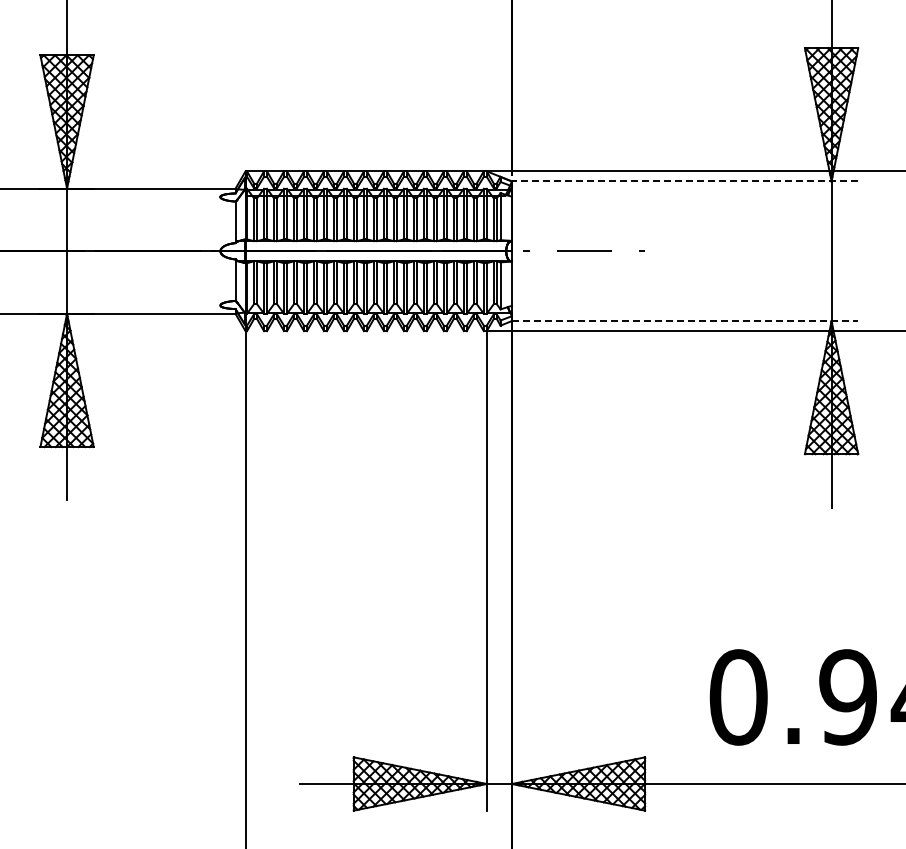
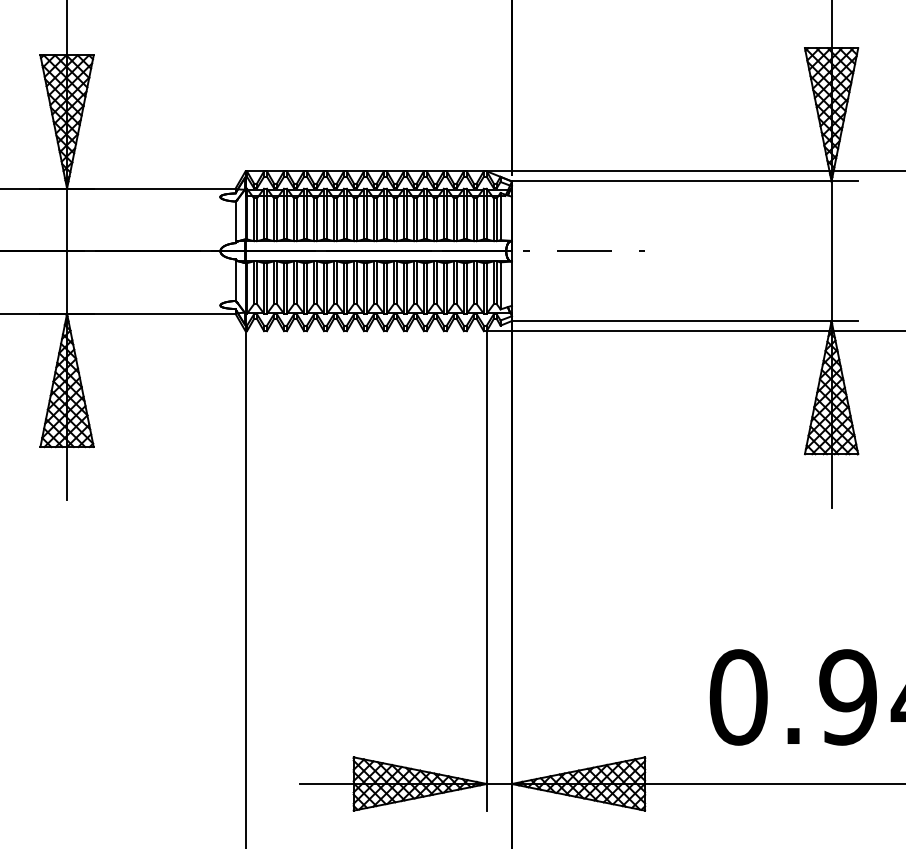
line at (684, 181): dashed -> solid
line at (685, 321): dashed -> solid
